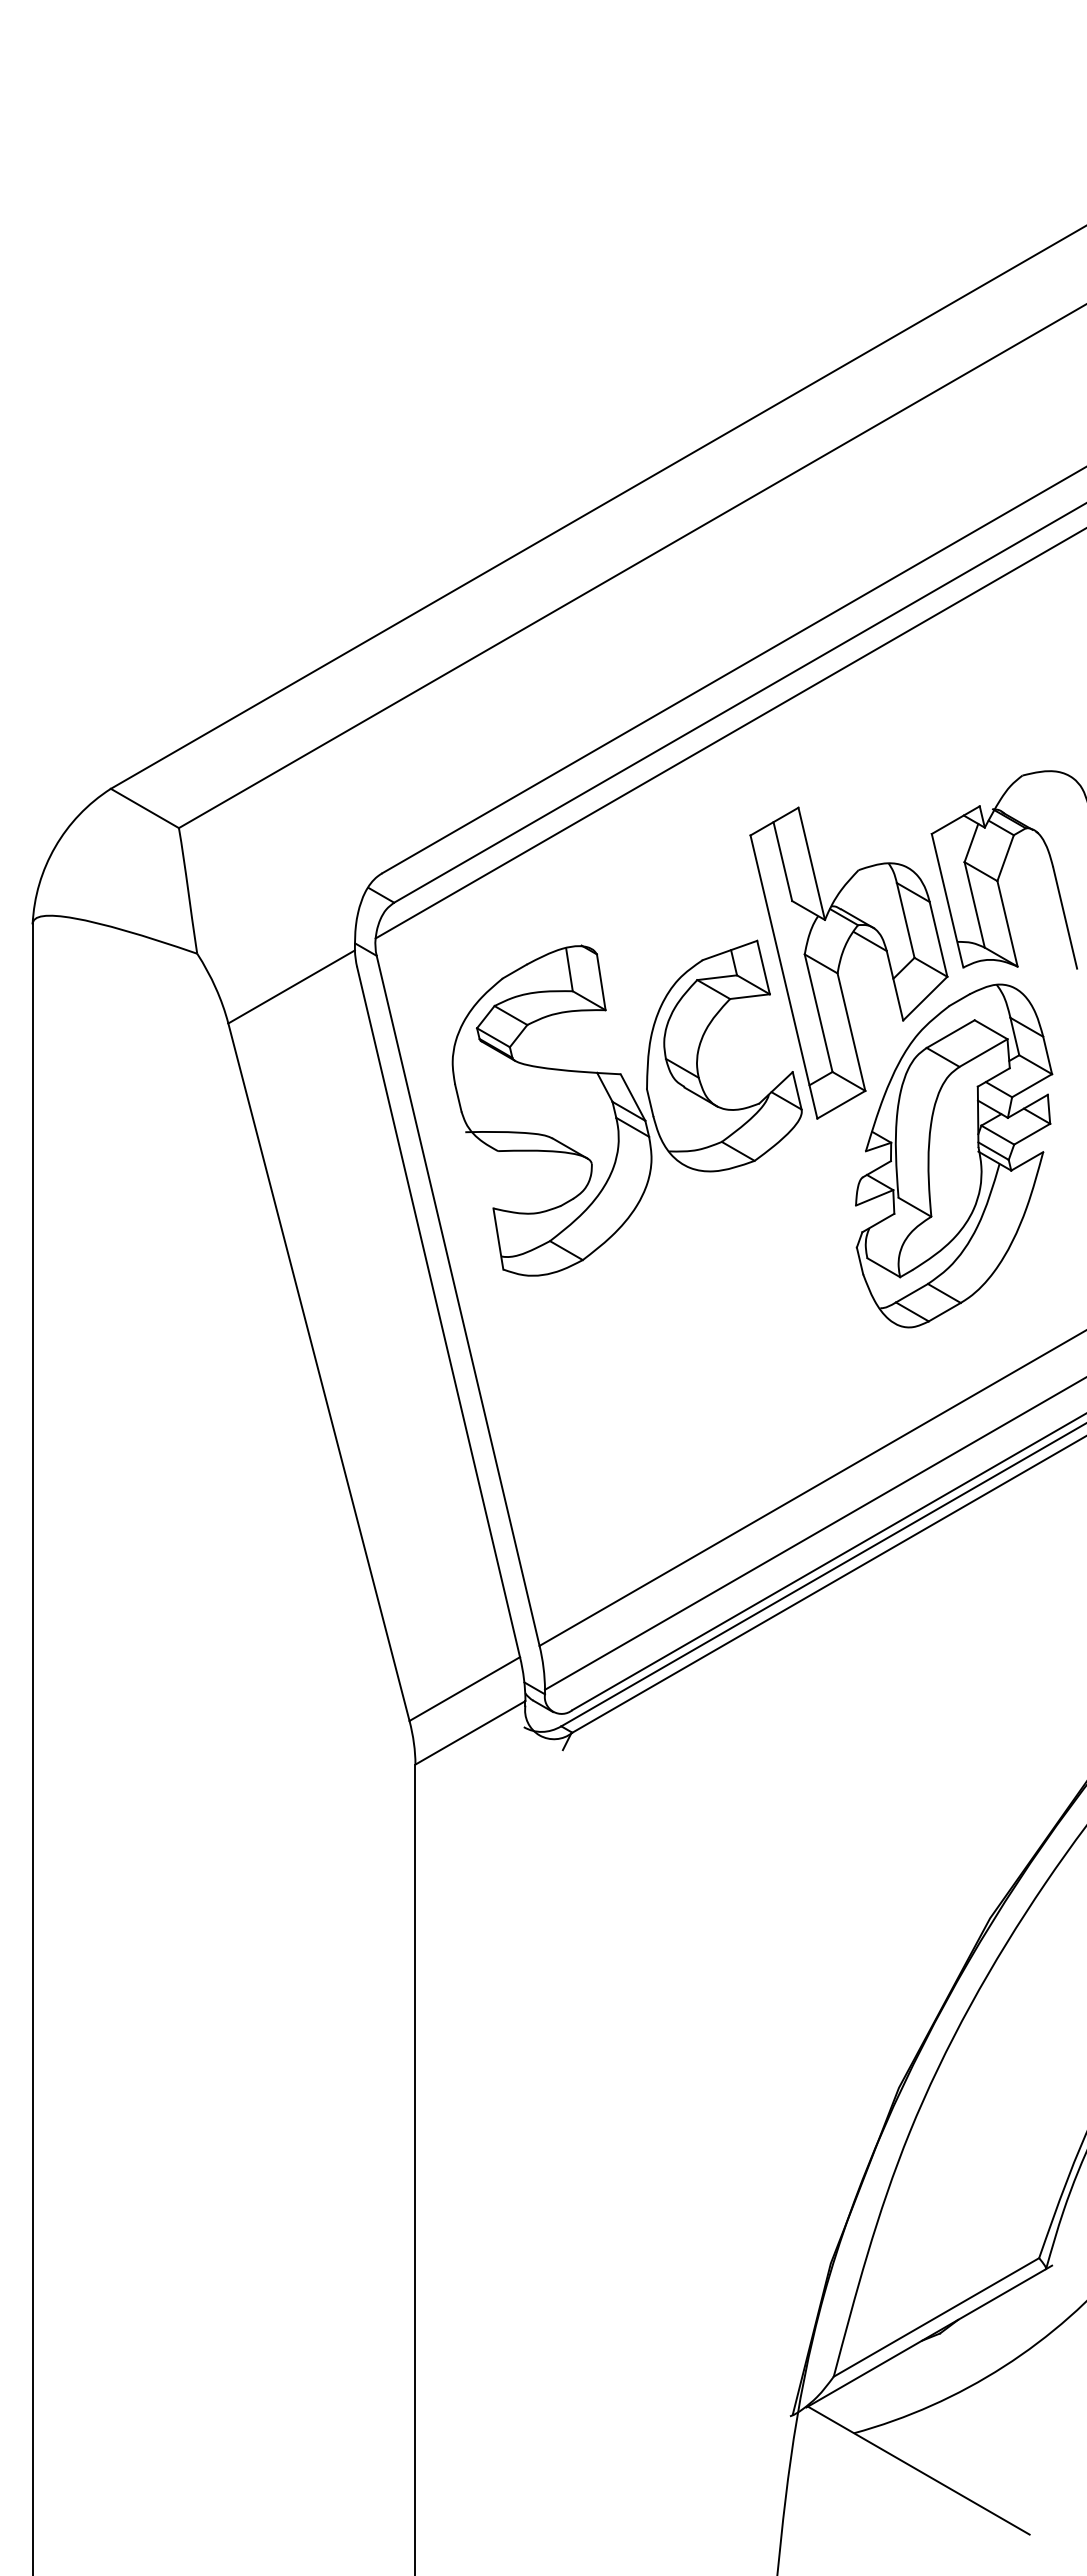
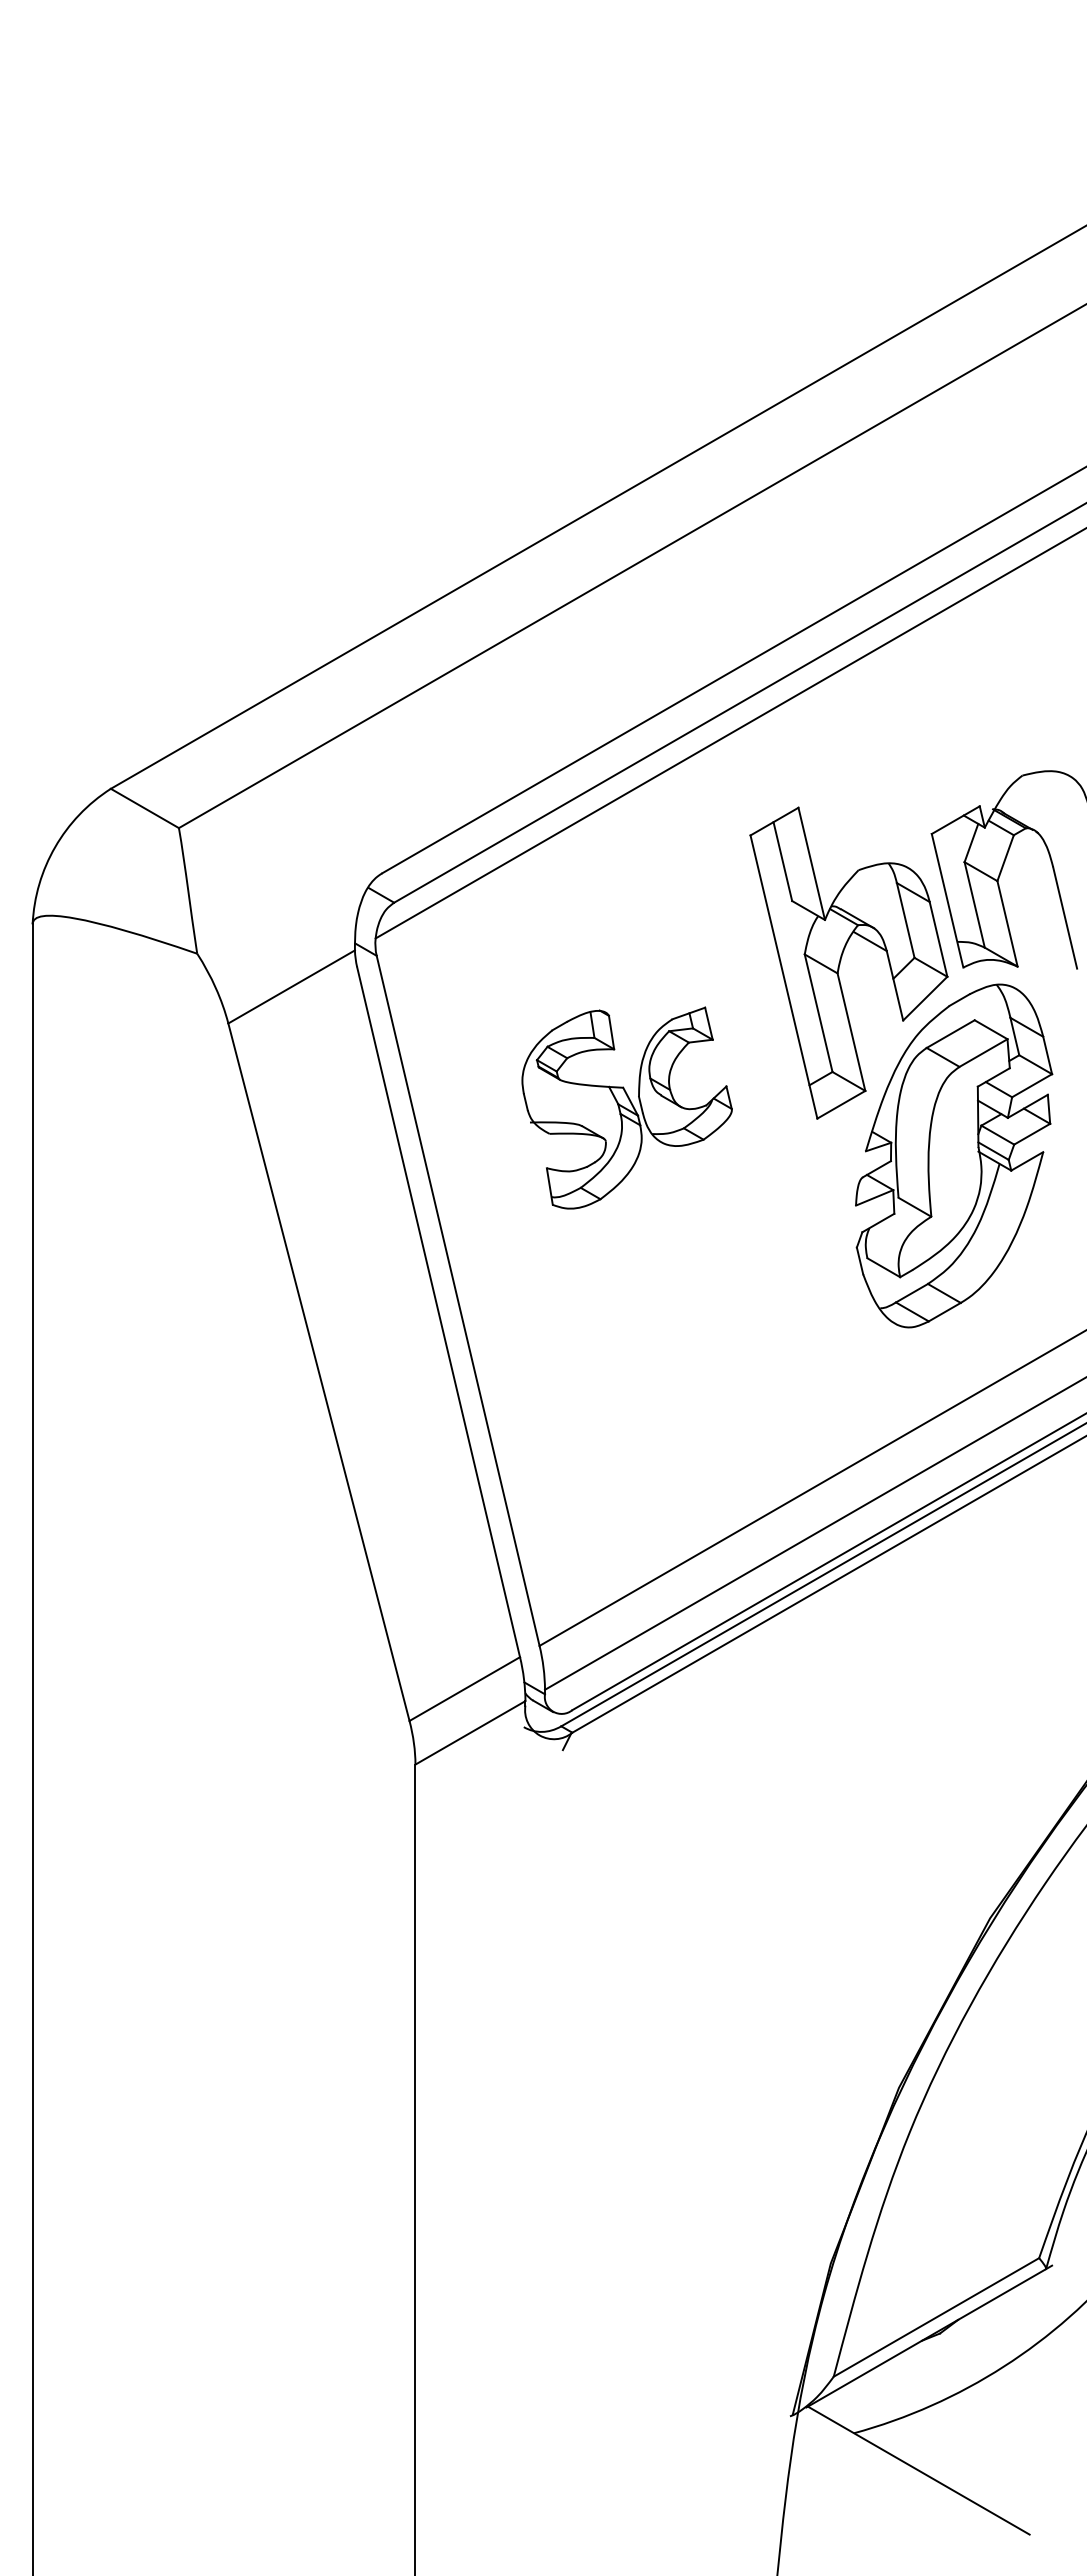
part at (626, 1107) size: 352x338 px -> 212x204 px
